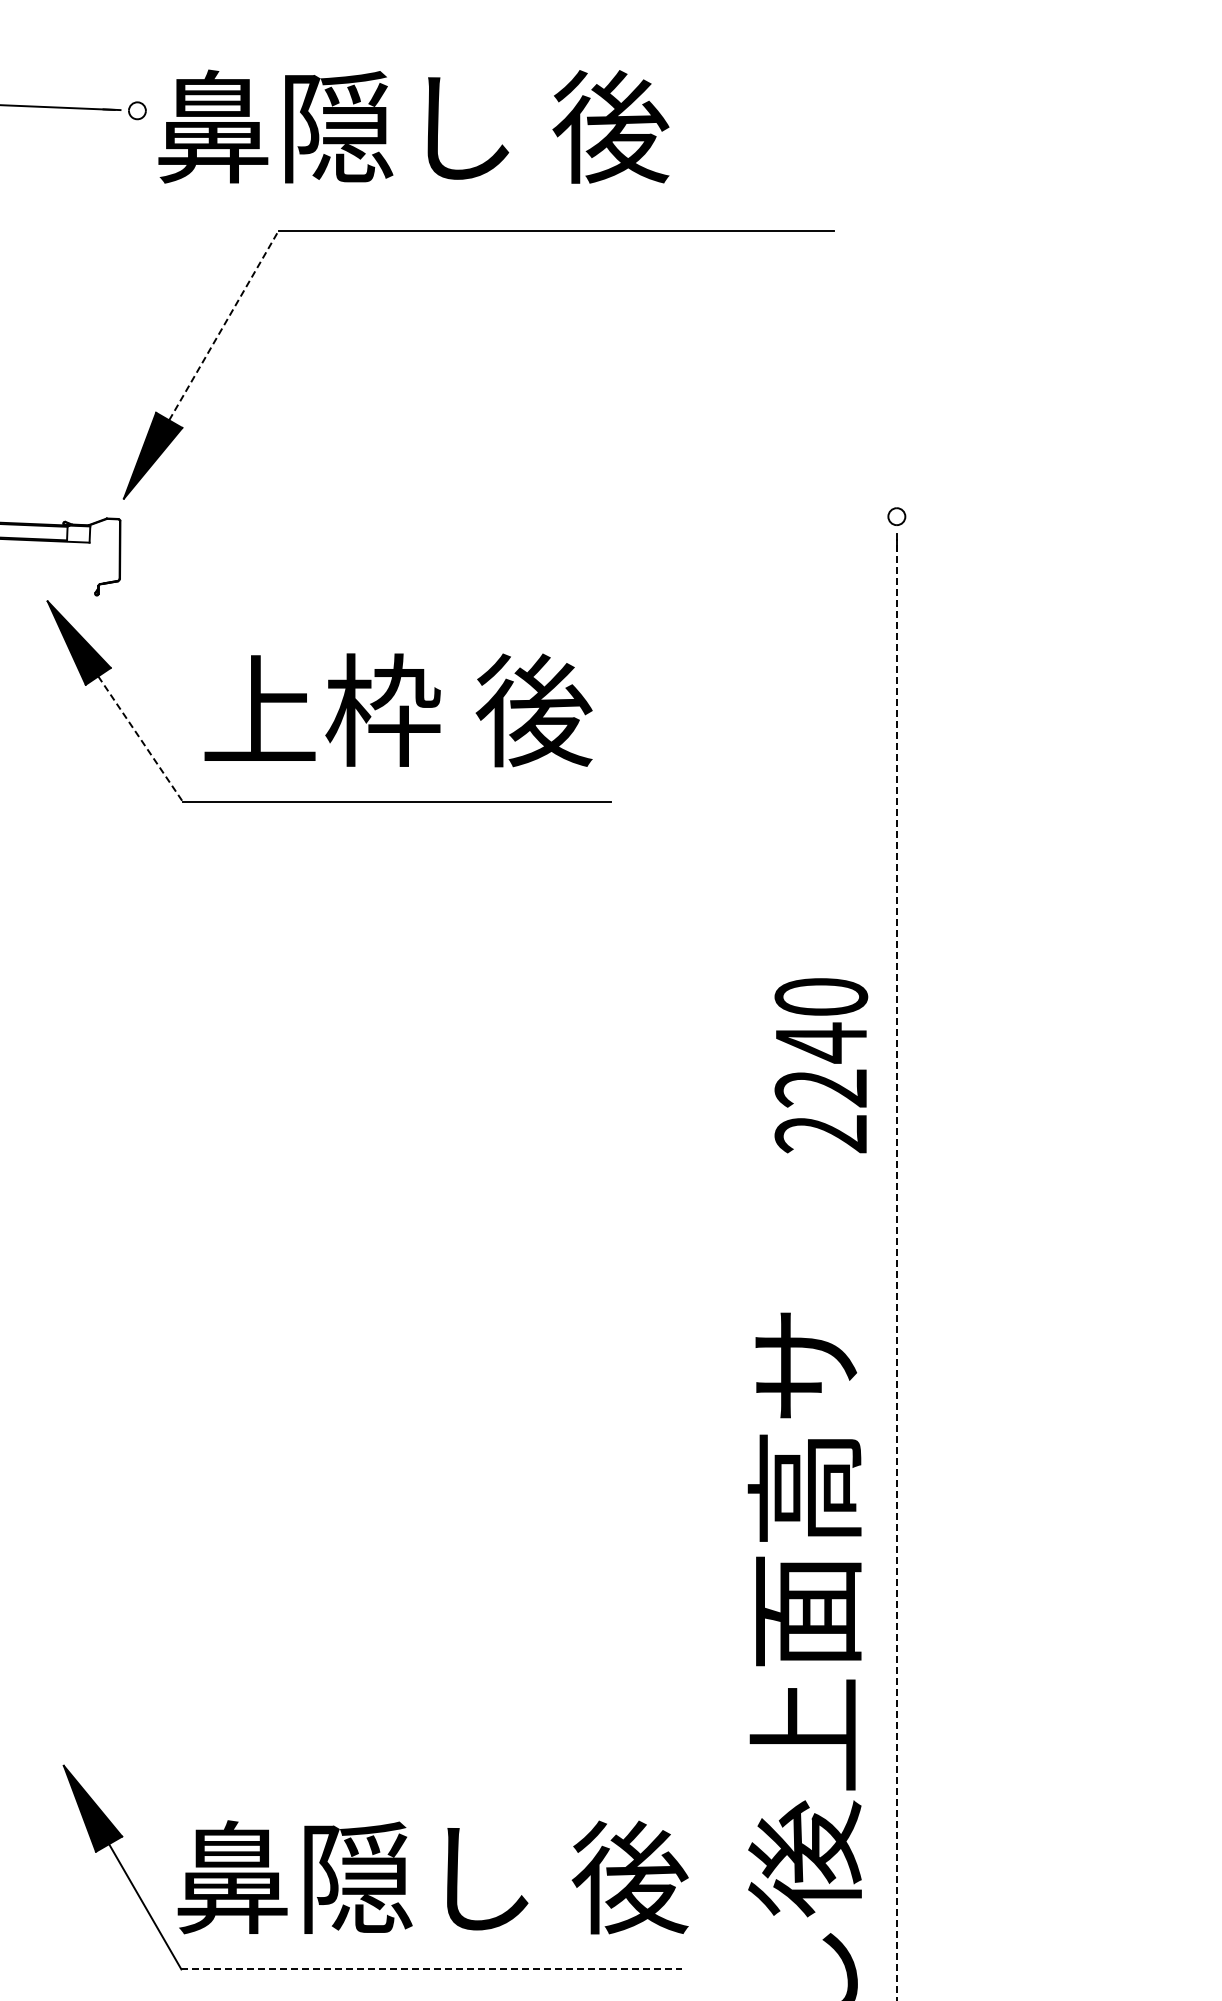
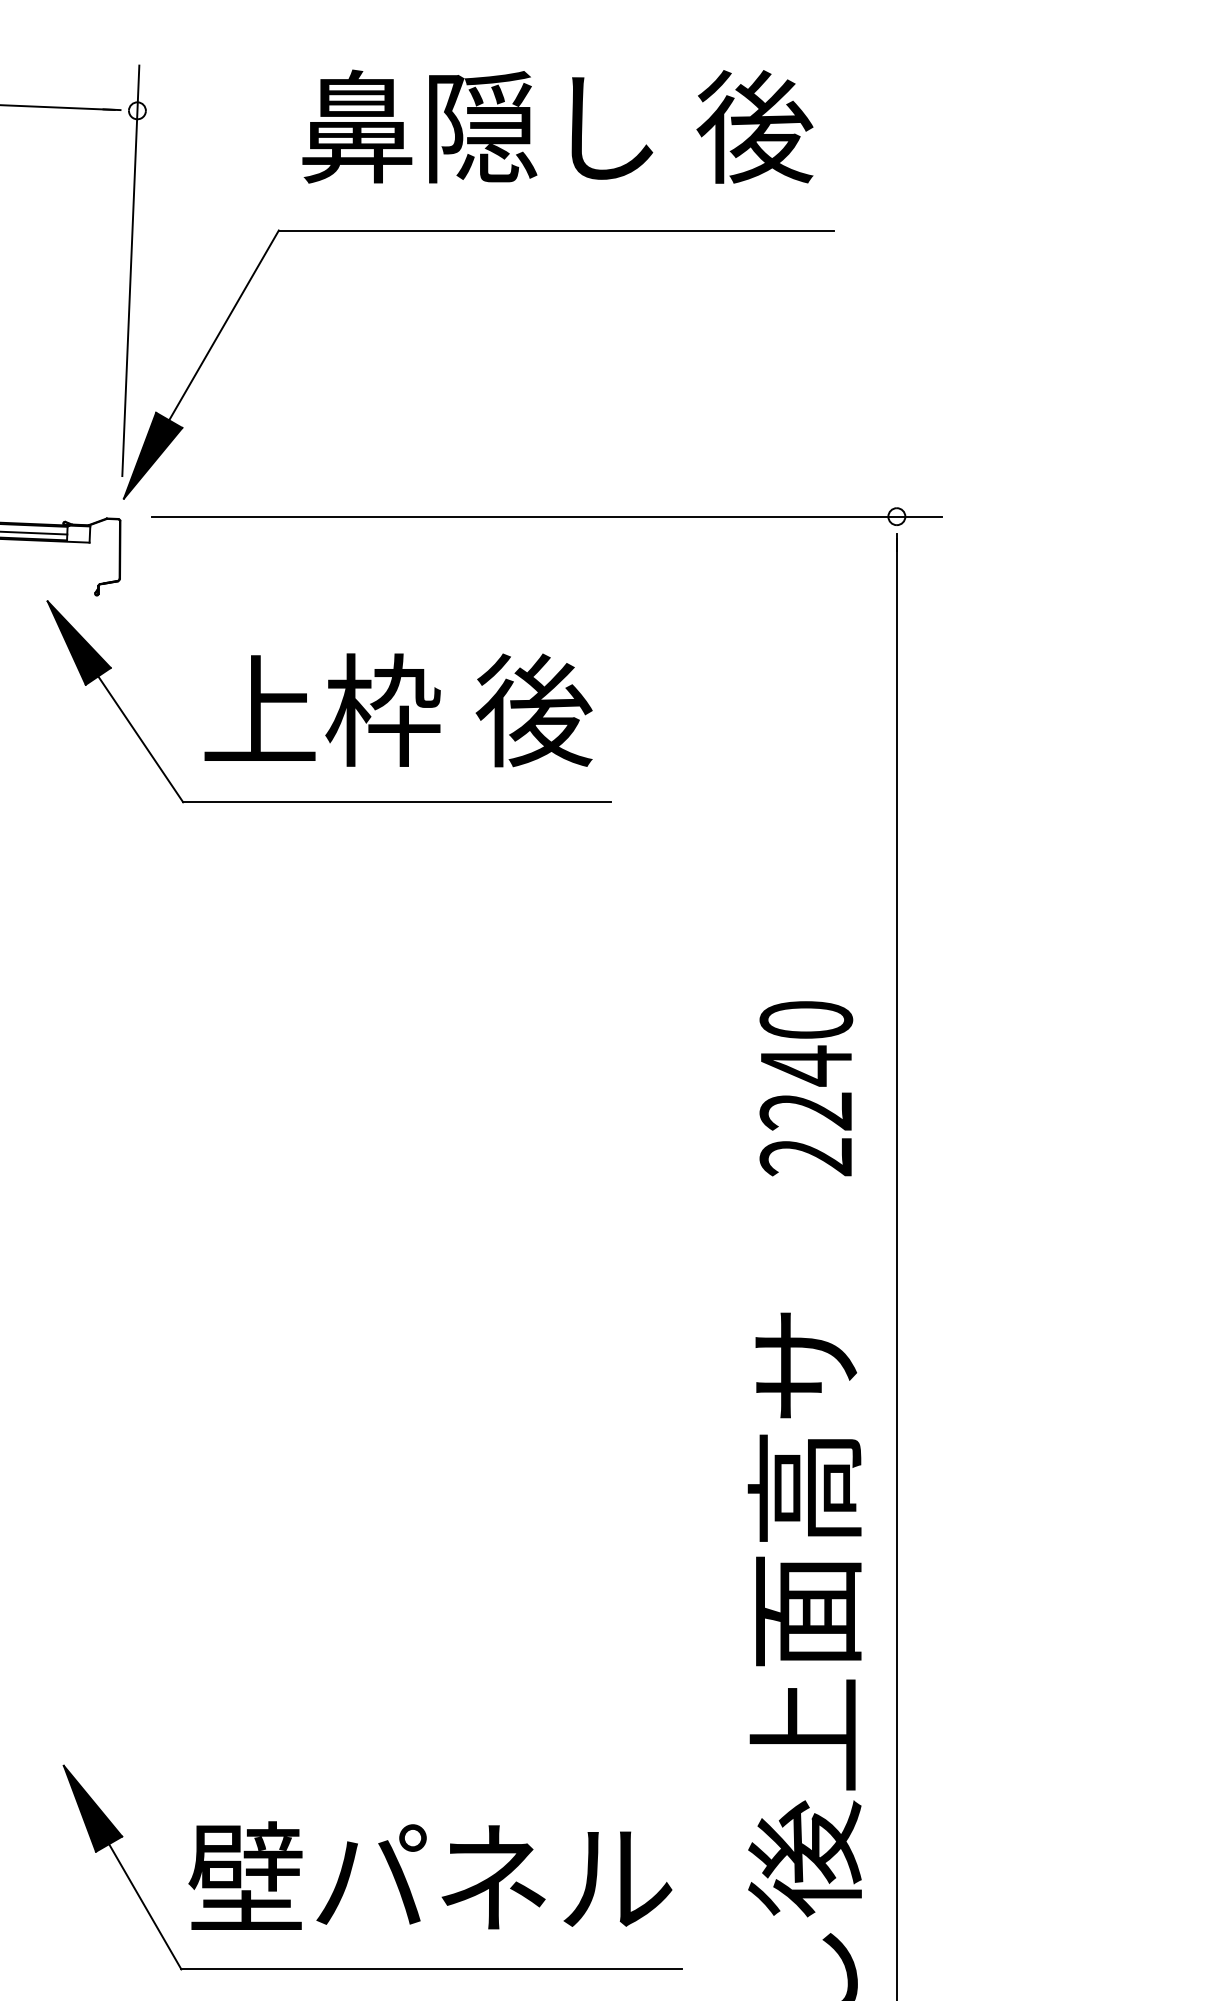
text at (413, 126) position: (413, 126) -> (557, 126)
line at (130, 270): none -> present
line at (224, 325): dashed -> solid
line at (547, 516): none -> present
line at (34, 532): none -> present
line at (140, 739): dashed -> solid
text at (821, 1065) position: (821, 1065) -> (806, 1088)
line at (896, 1270): dashed -> solid
text at (432, 1877): 鼻隠し 後 -> 壁パネル
line at (432, 1969): dashed -> solid
